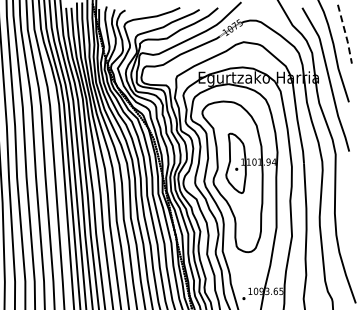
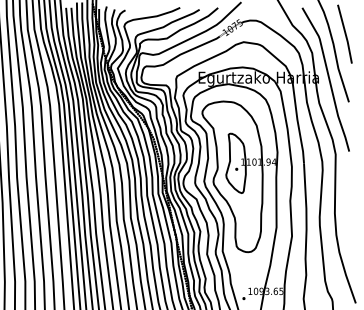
line at (345, 35): dashed -> solid
